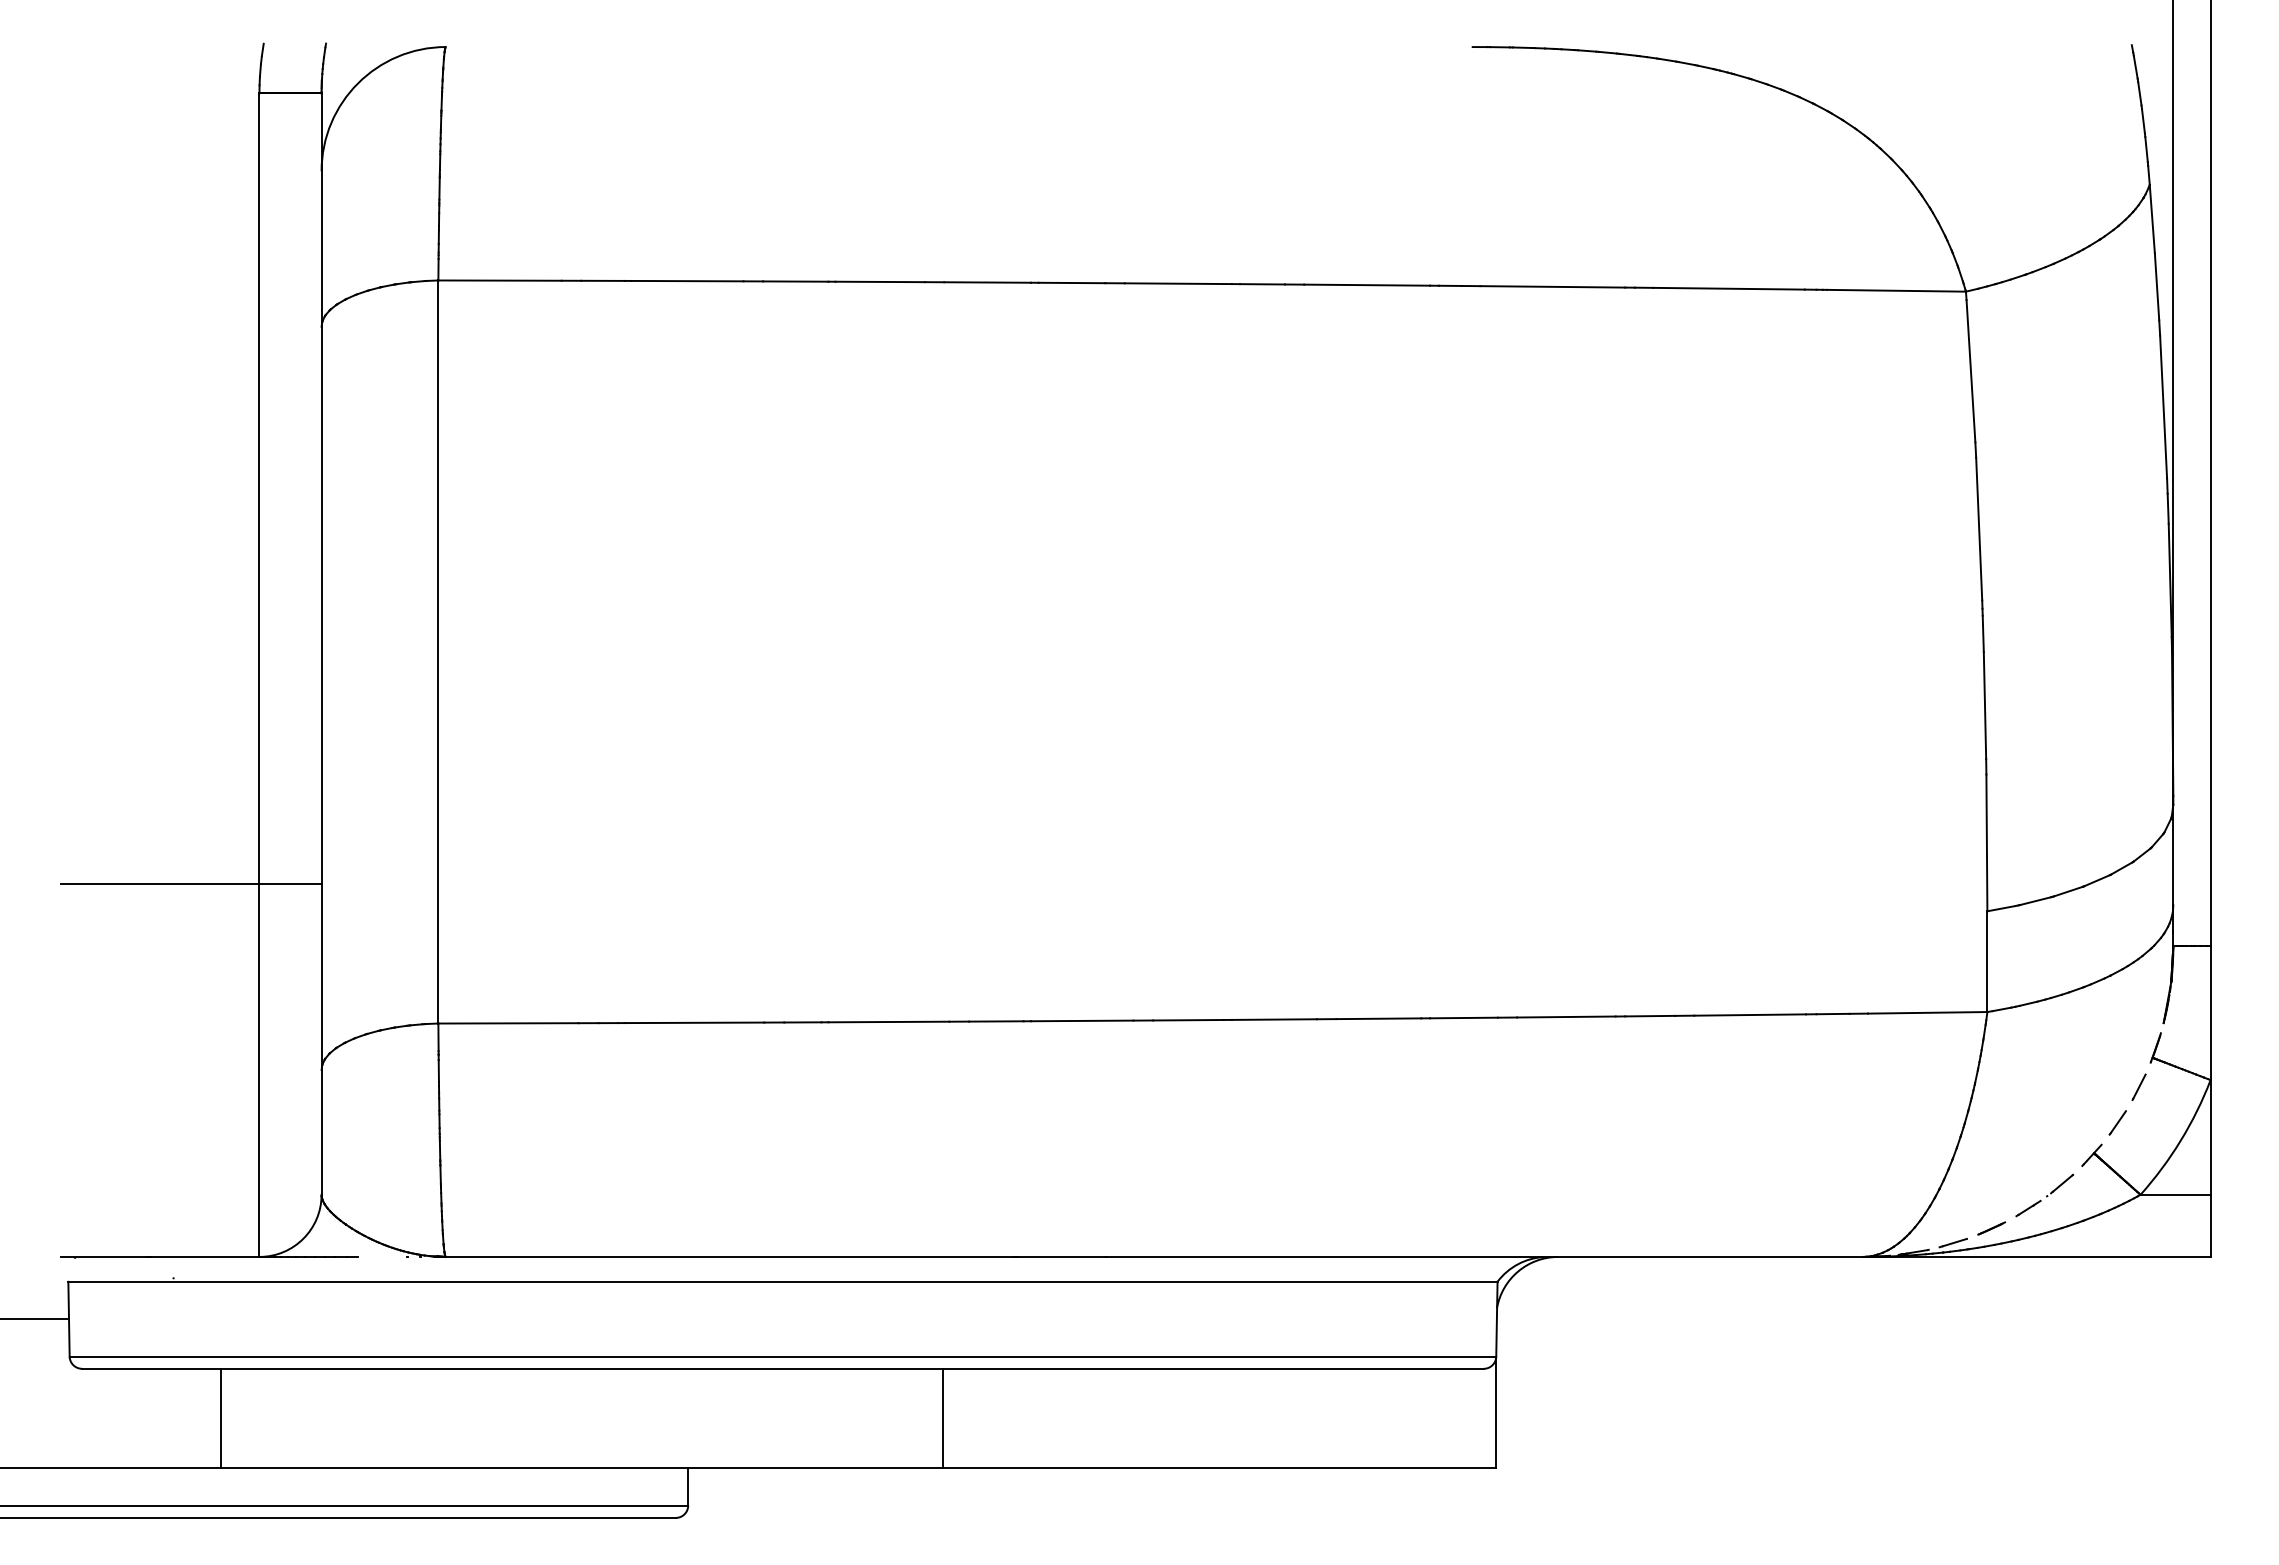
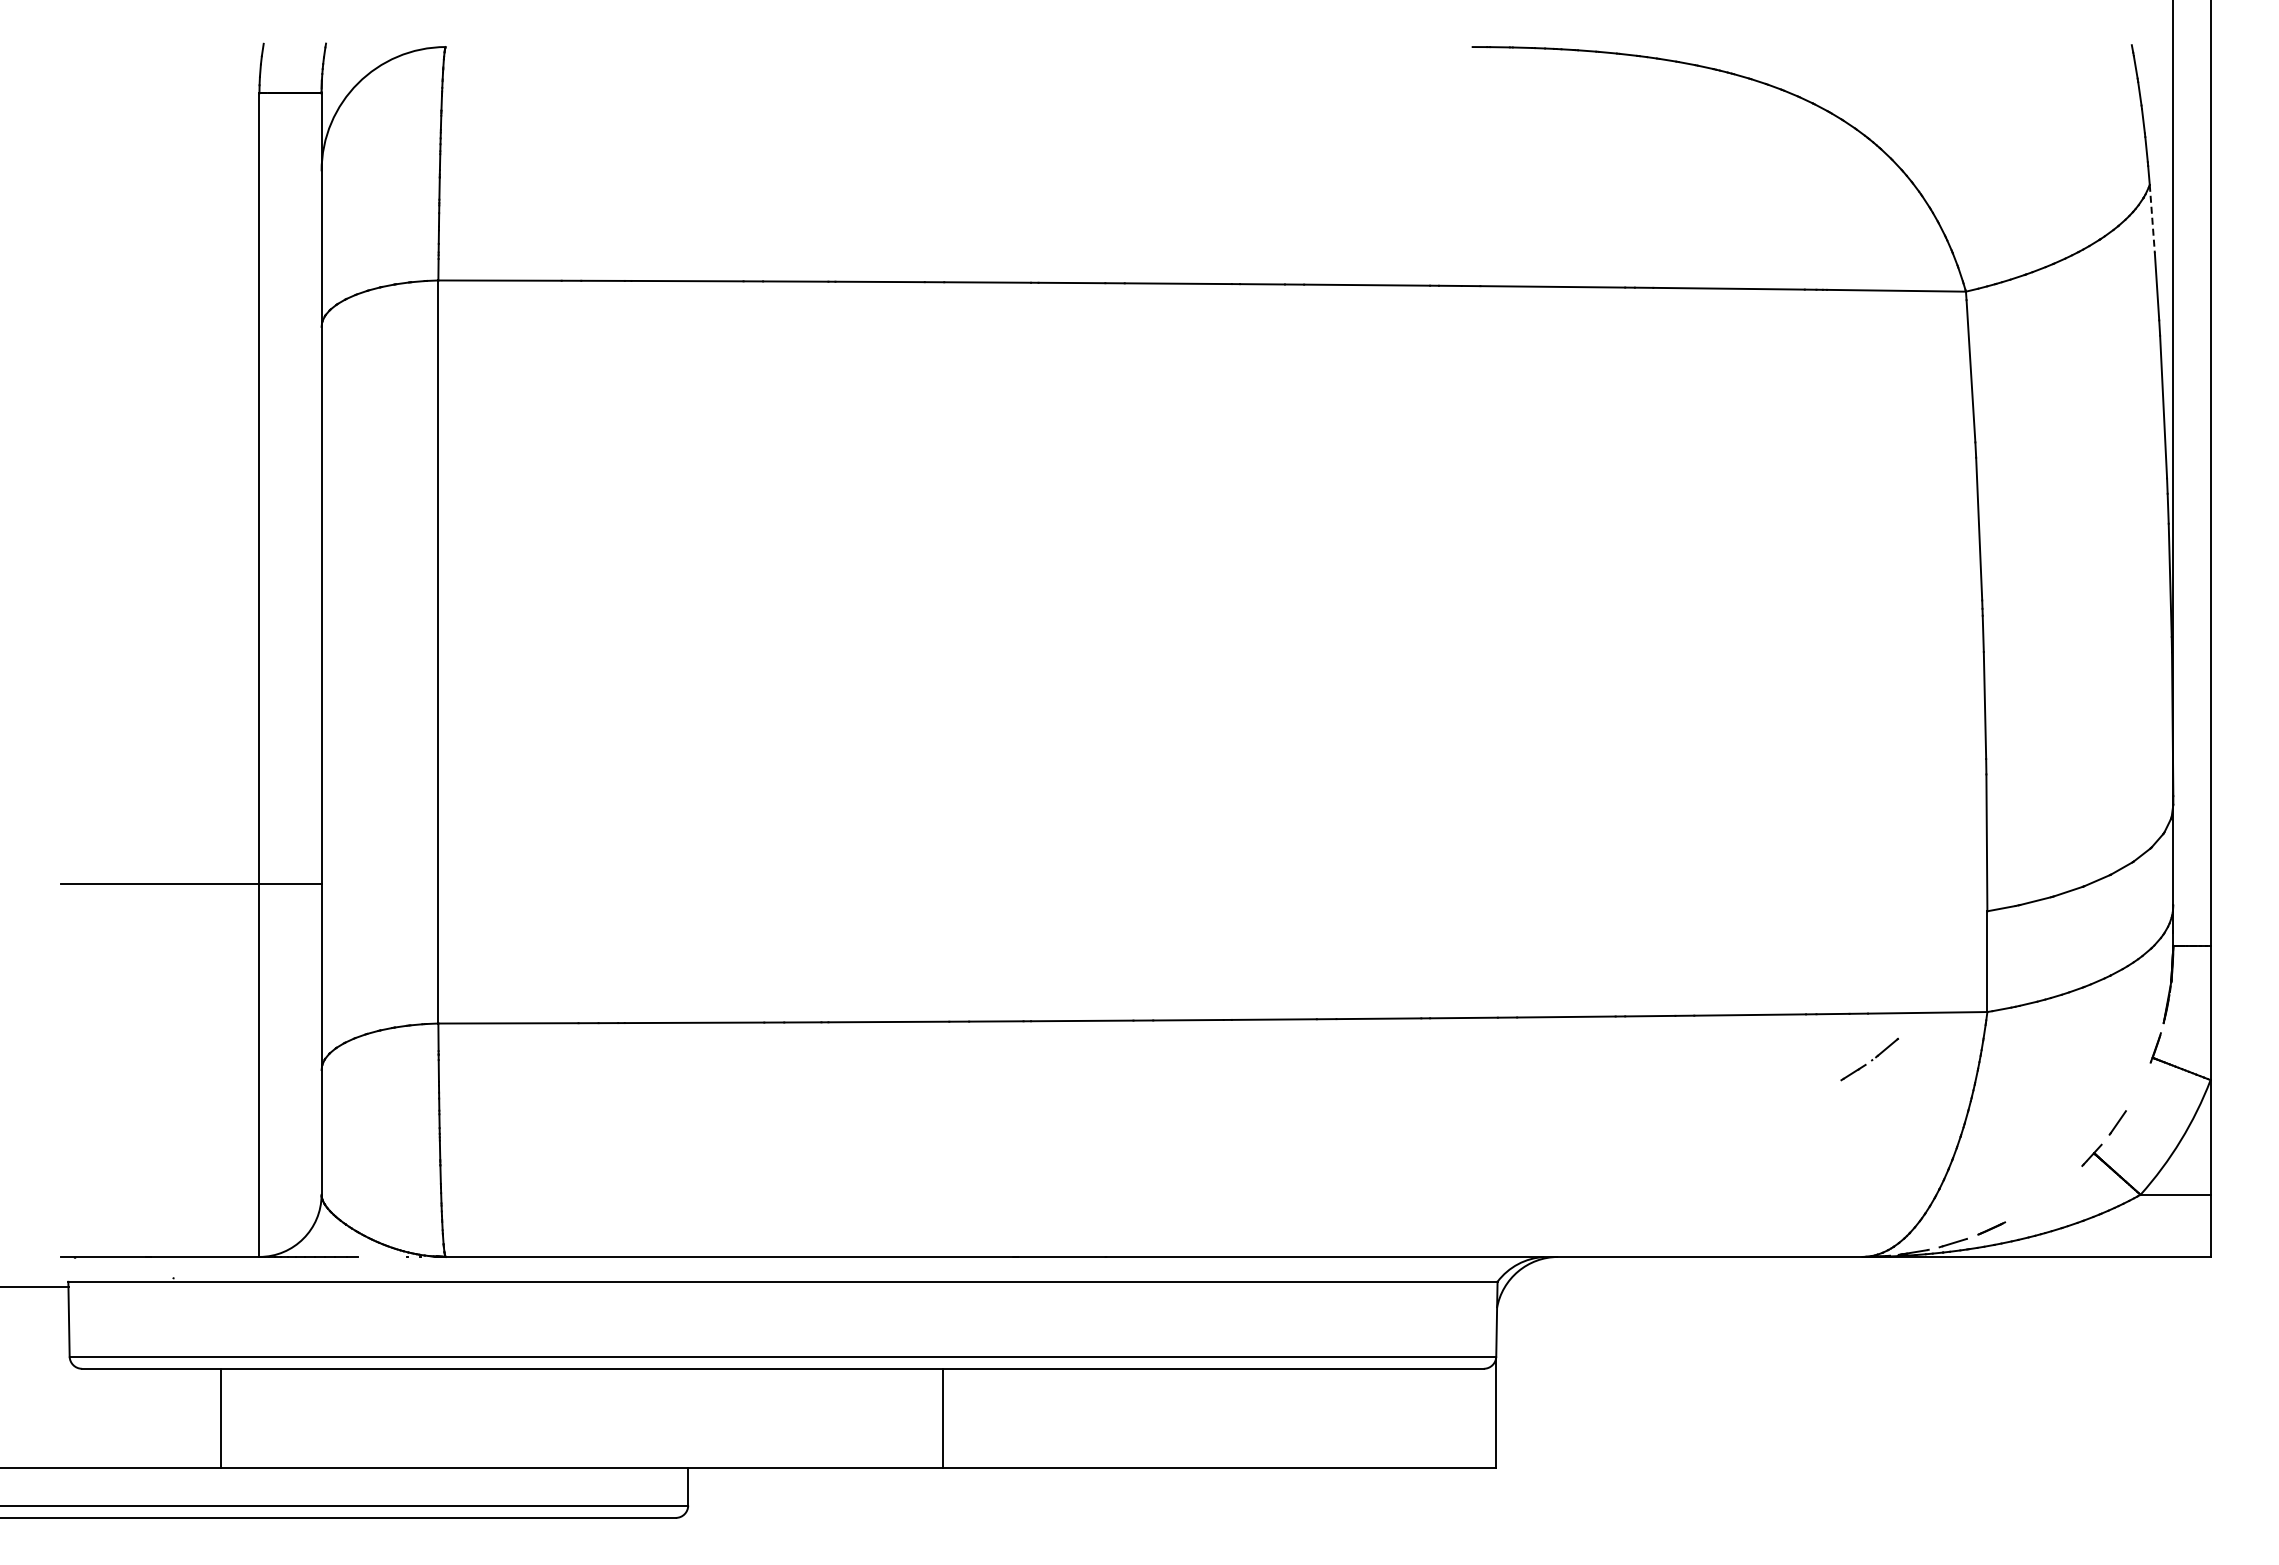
line at (2152, 219): solid -> dashed
line at (2138, 1086): present -> none
part at (2044, 1195) position: (2044, 1195) -> (1869, 1059)
line at (35, 1319) position: (35, 1319) -> (35, 1287)
